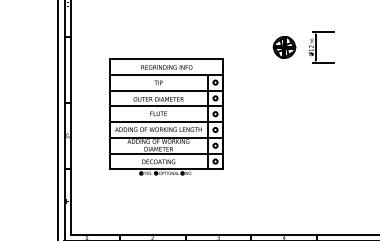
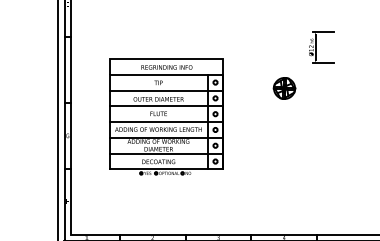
part at (284, 47) position: (284, 47) -> (284, 88)
